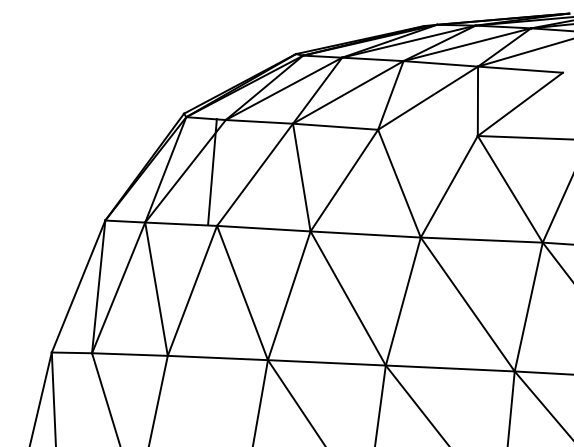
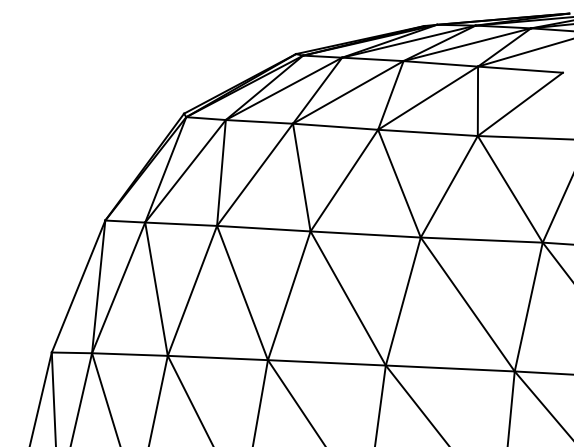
line at (427, 132): none -> present
line at (212, 171) position: (212, 171) -> (221, 172)
line at (81, 398): none -> present
line at (189, 399): none -> present
